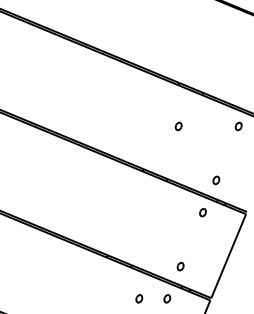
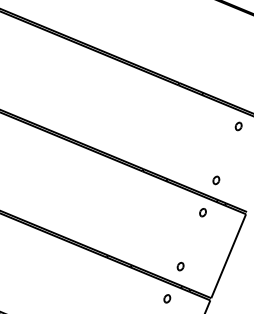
part at (178, 126): present -> none
part at (139, 298): present -> none
